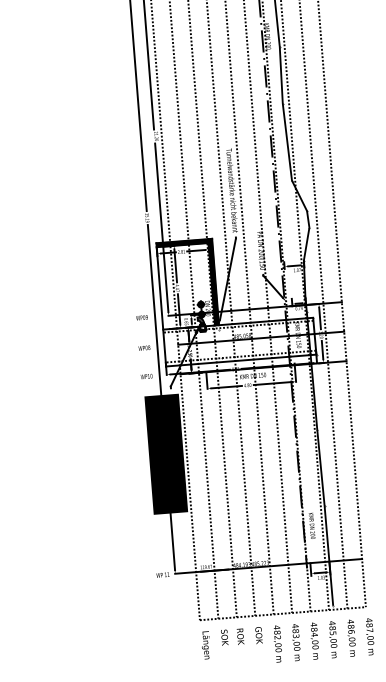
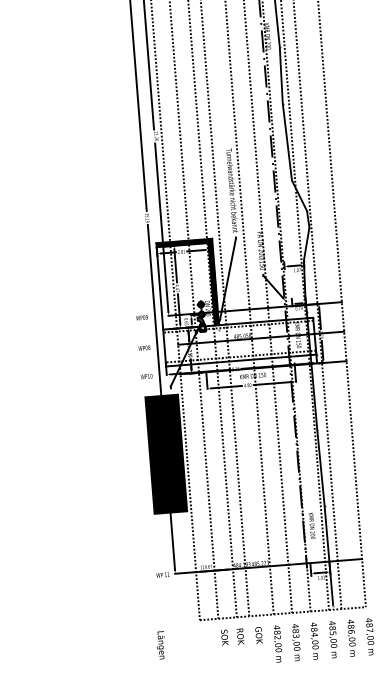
line at (323, 305) position: (323, 305) -> (317, 305)
line at (230, 308) position: (230, 308) -> (224, 308)
text at (205, 645) position: (205, 645) -> (160, 645)
